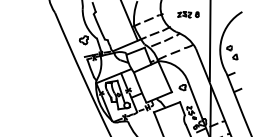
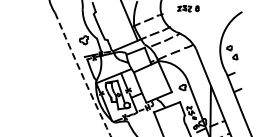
part at (188, 14) position: (188, 14) -> (188, 8)
line at (209, 41): present -> none
arc at (82, 75): solid -> dashed
